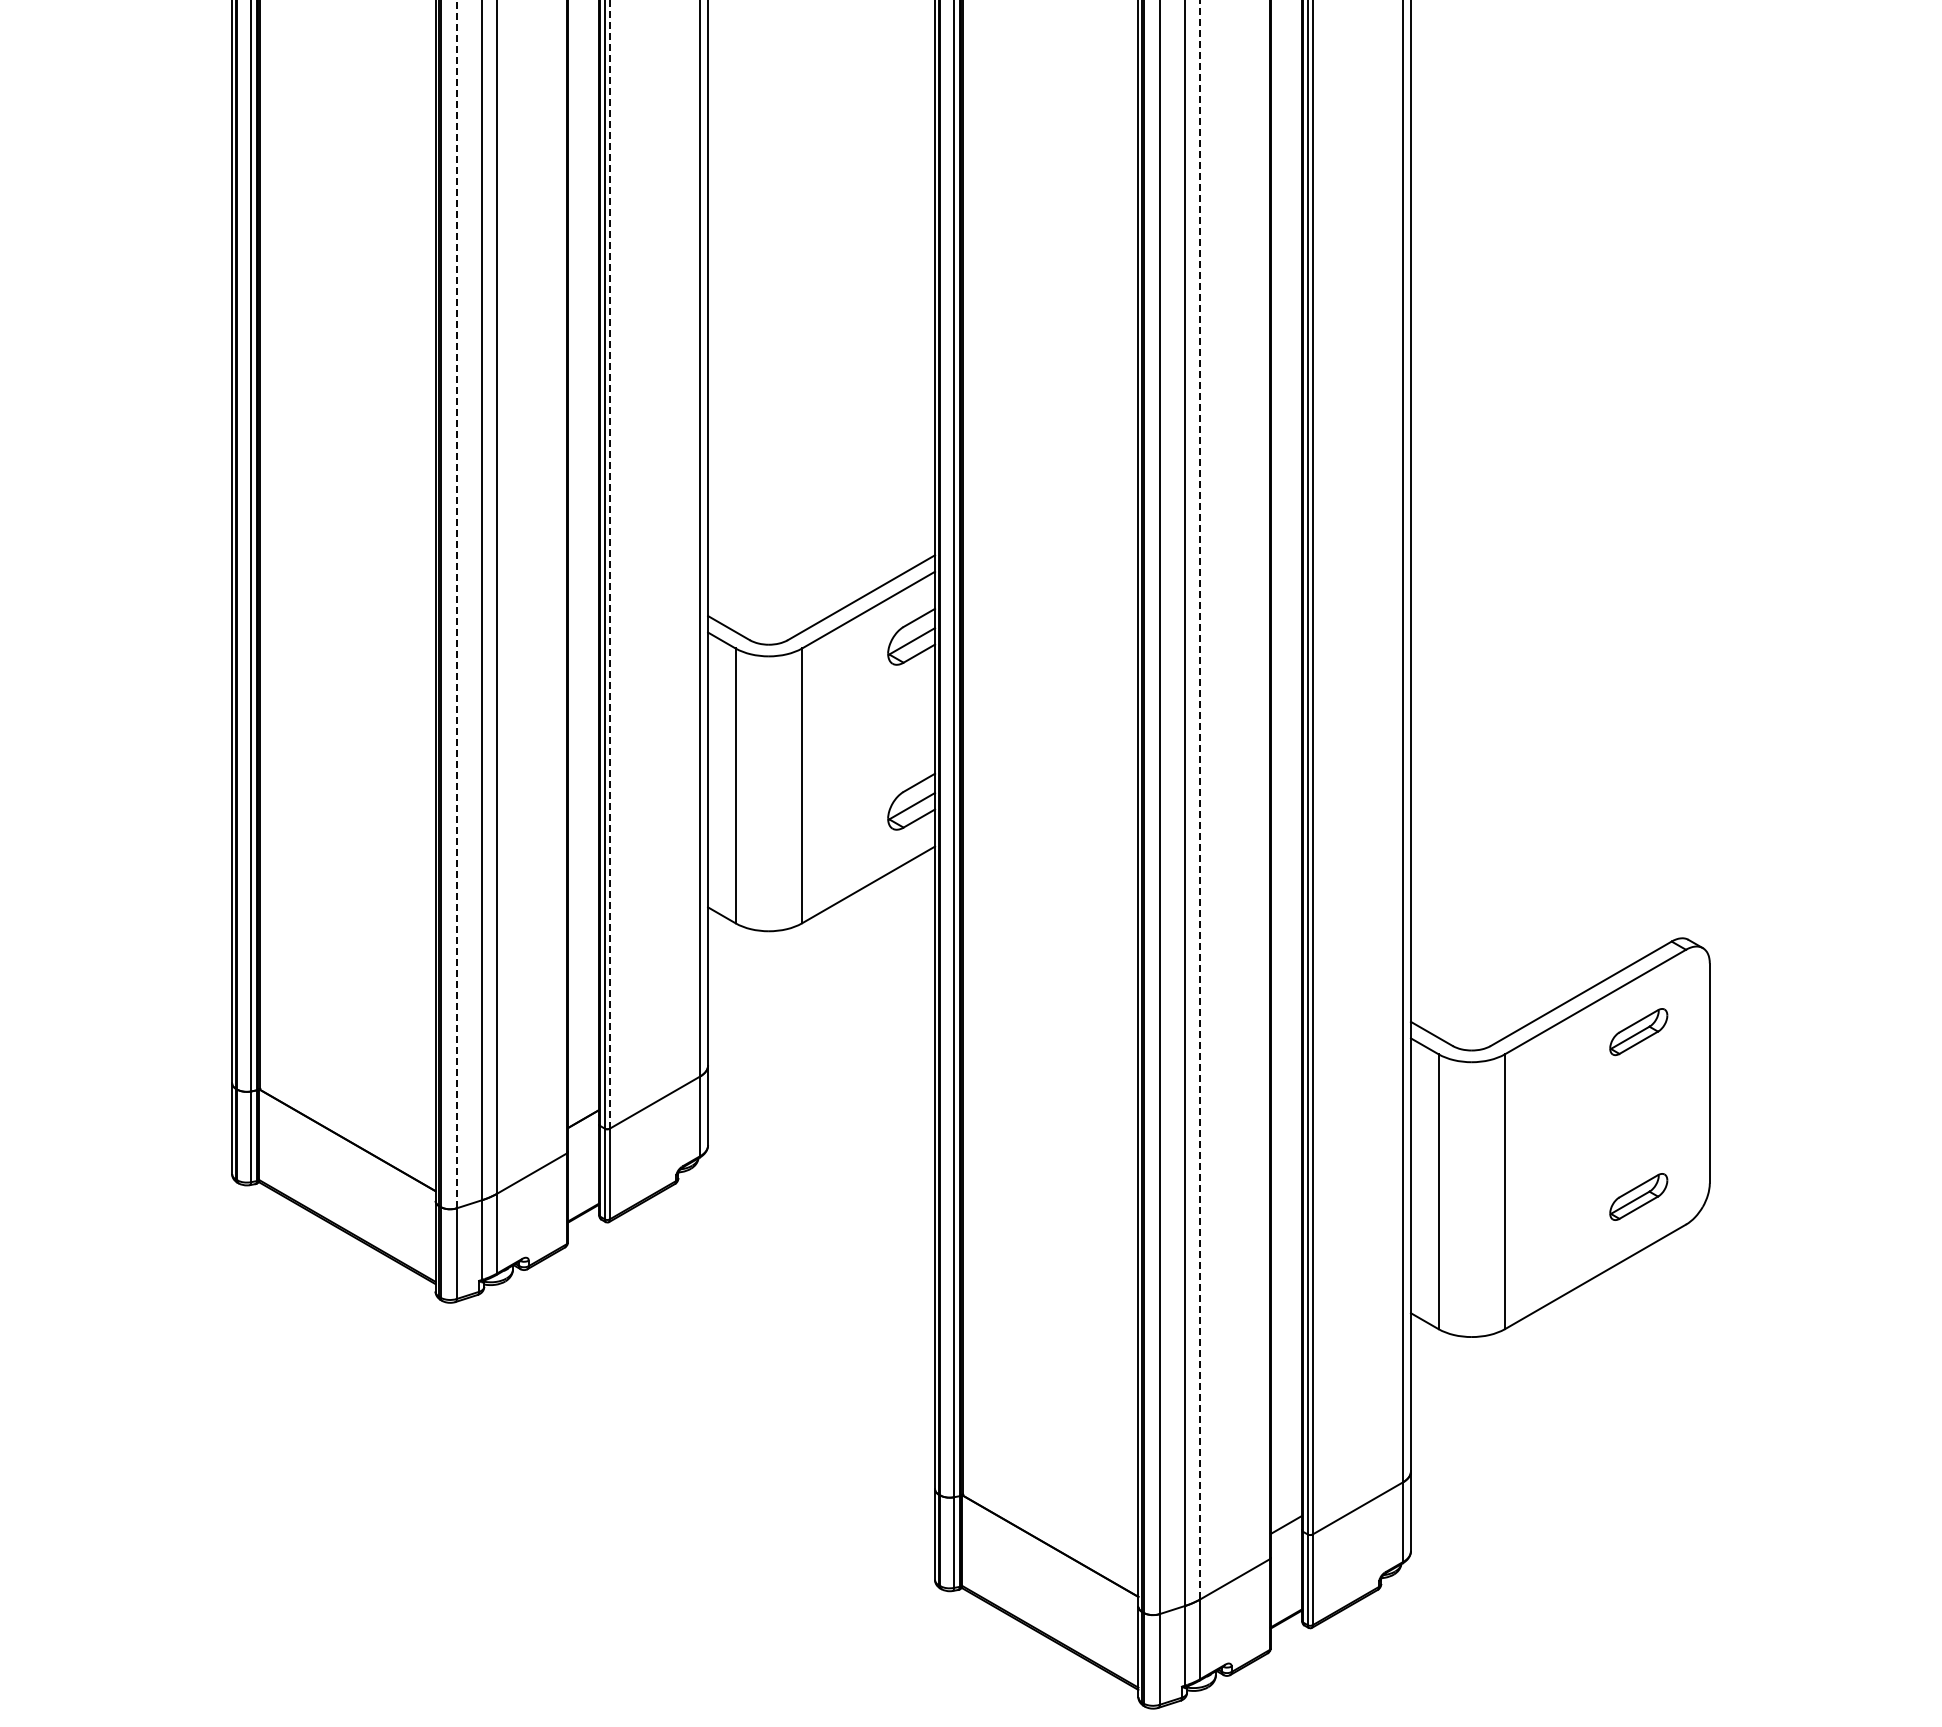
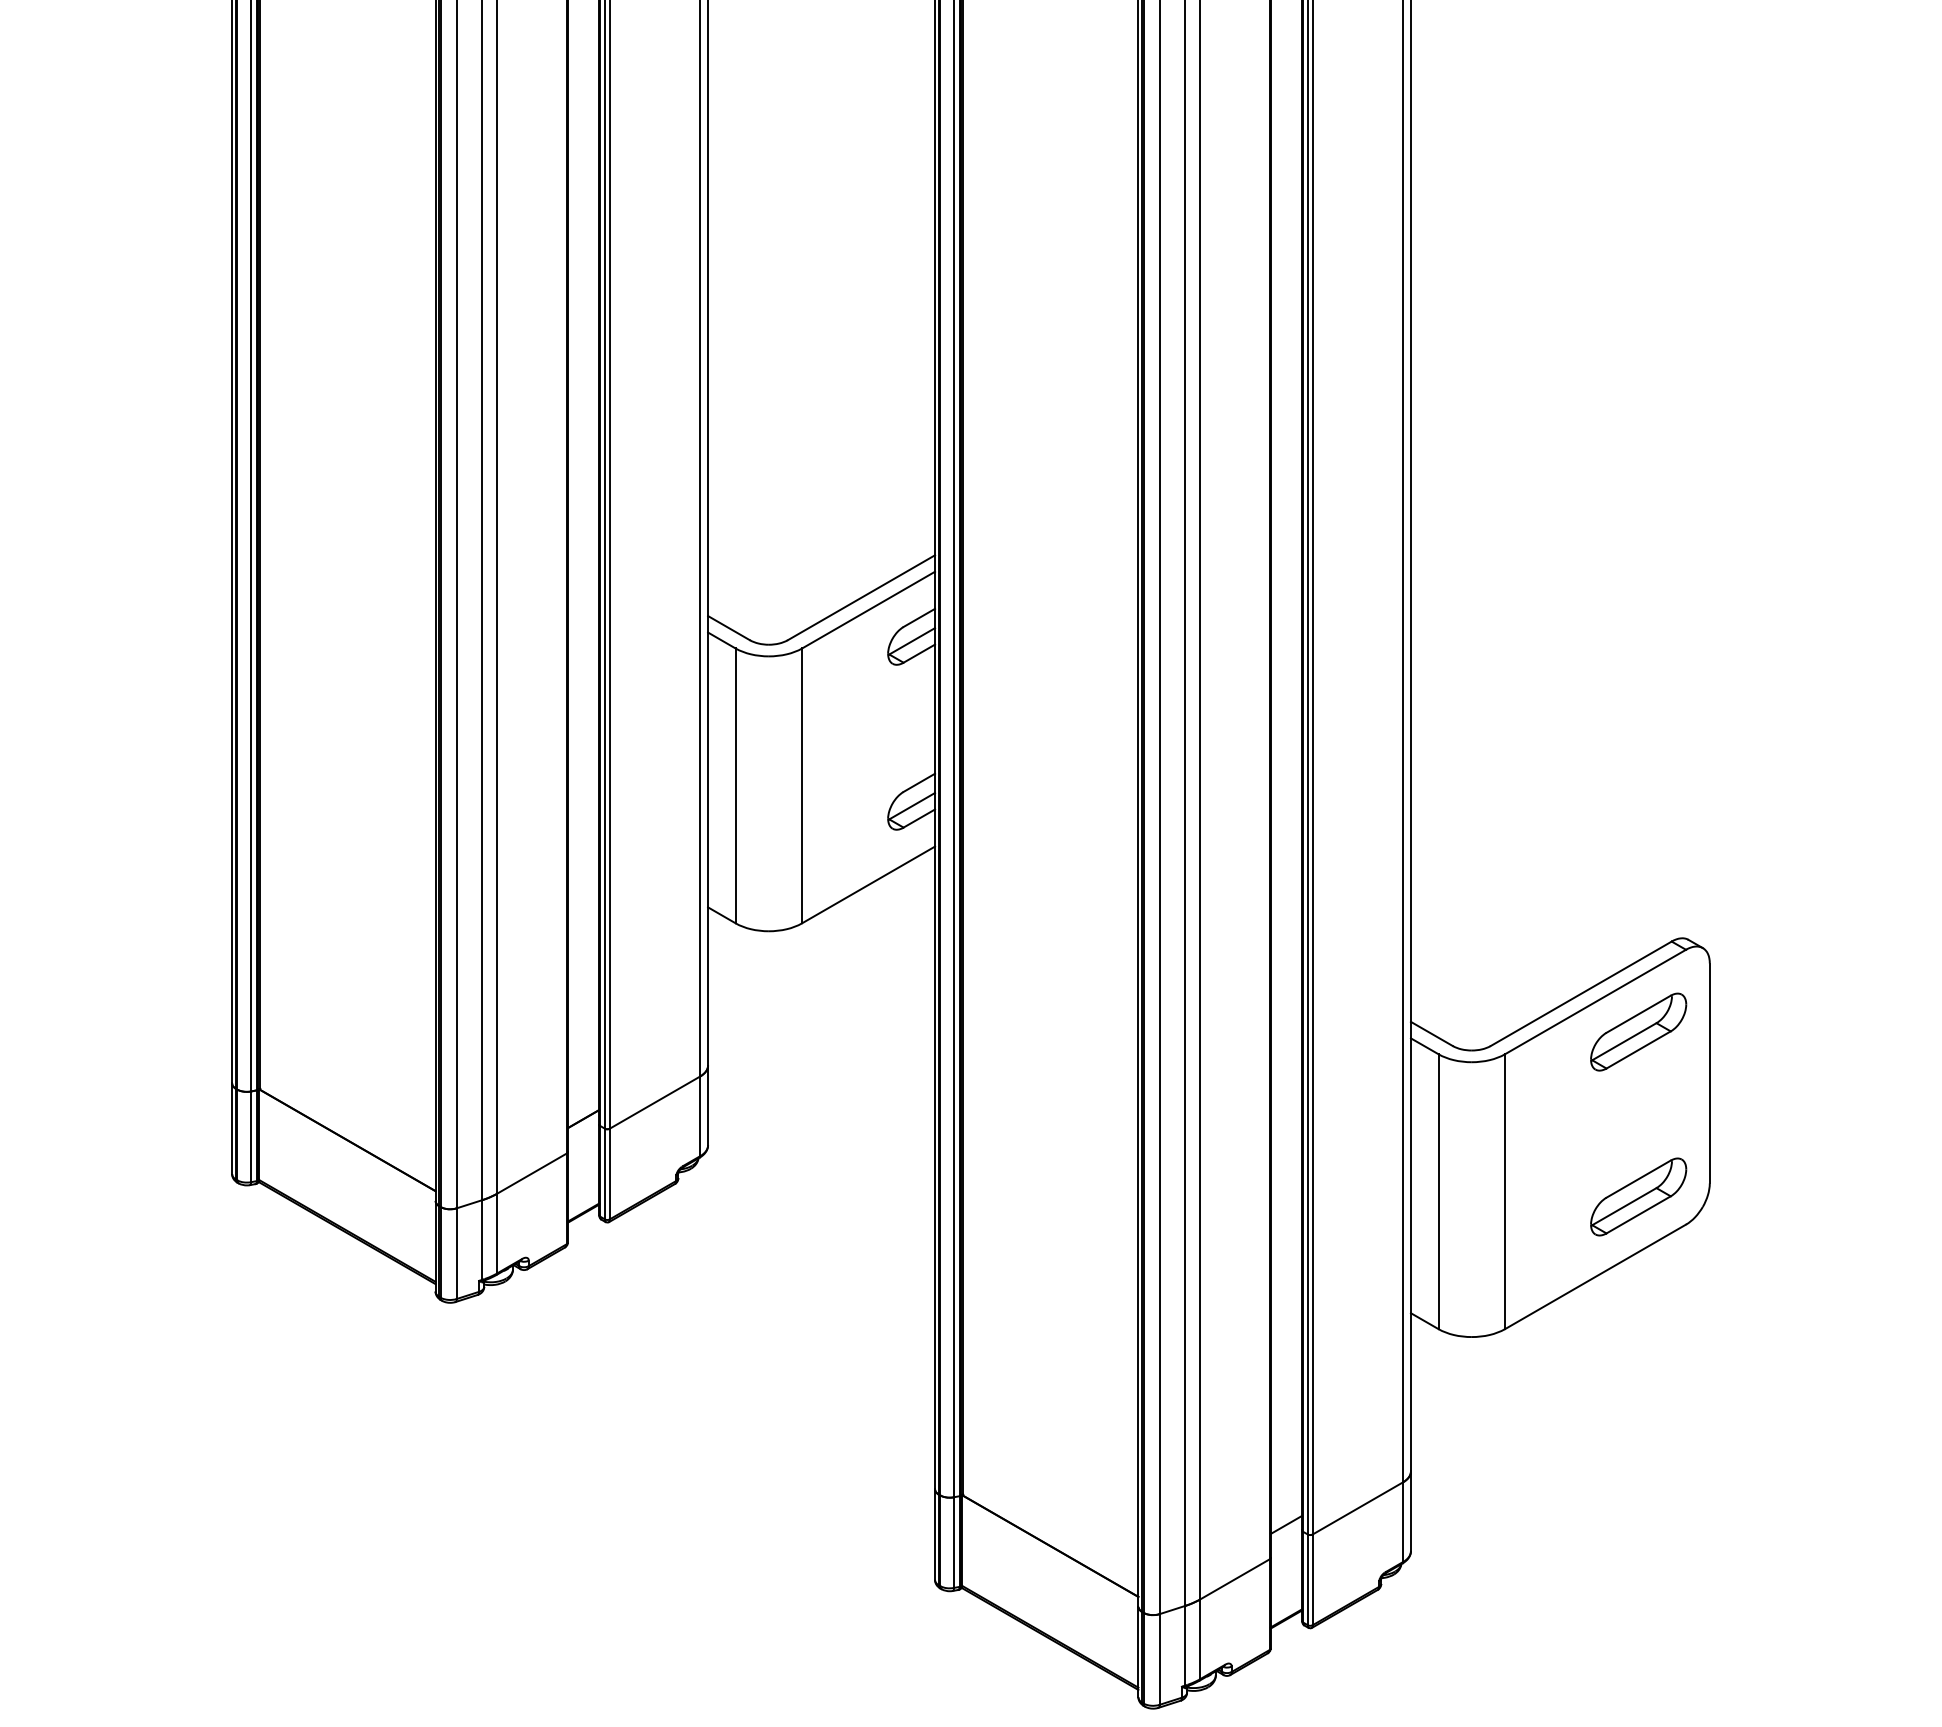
line at (609, 564): dashed -> solid
line at (456, 604): dashed -> solid
line at (1200, 799): dashed -> solid
part at (1638, 1032) size: 60x49 px -> 98x80 px
part at (1638, 1196) size: 60x48 px -> 98x80 px
